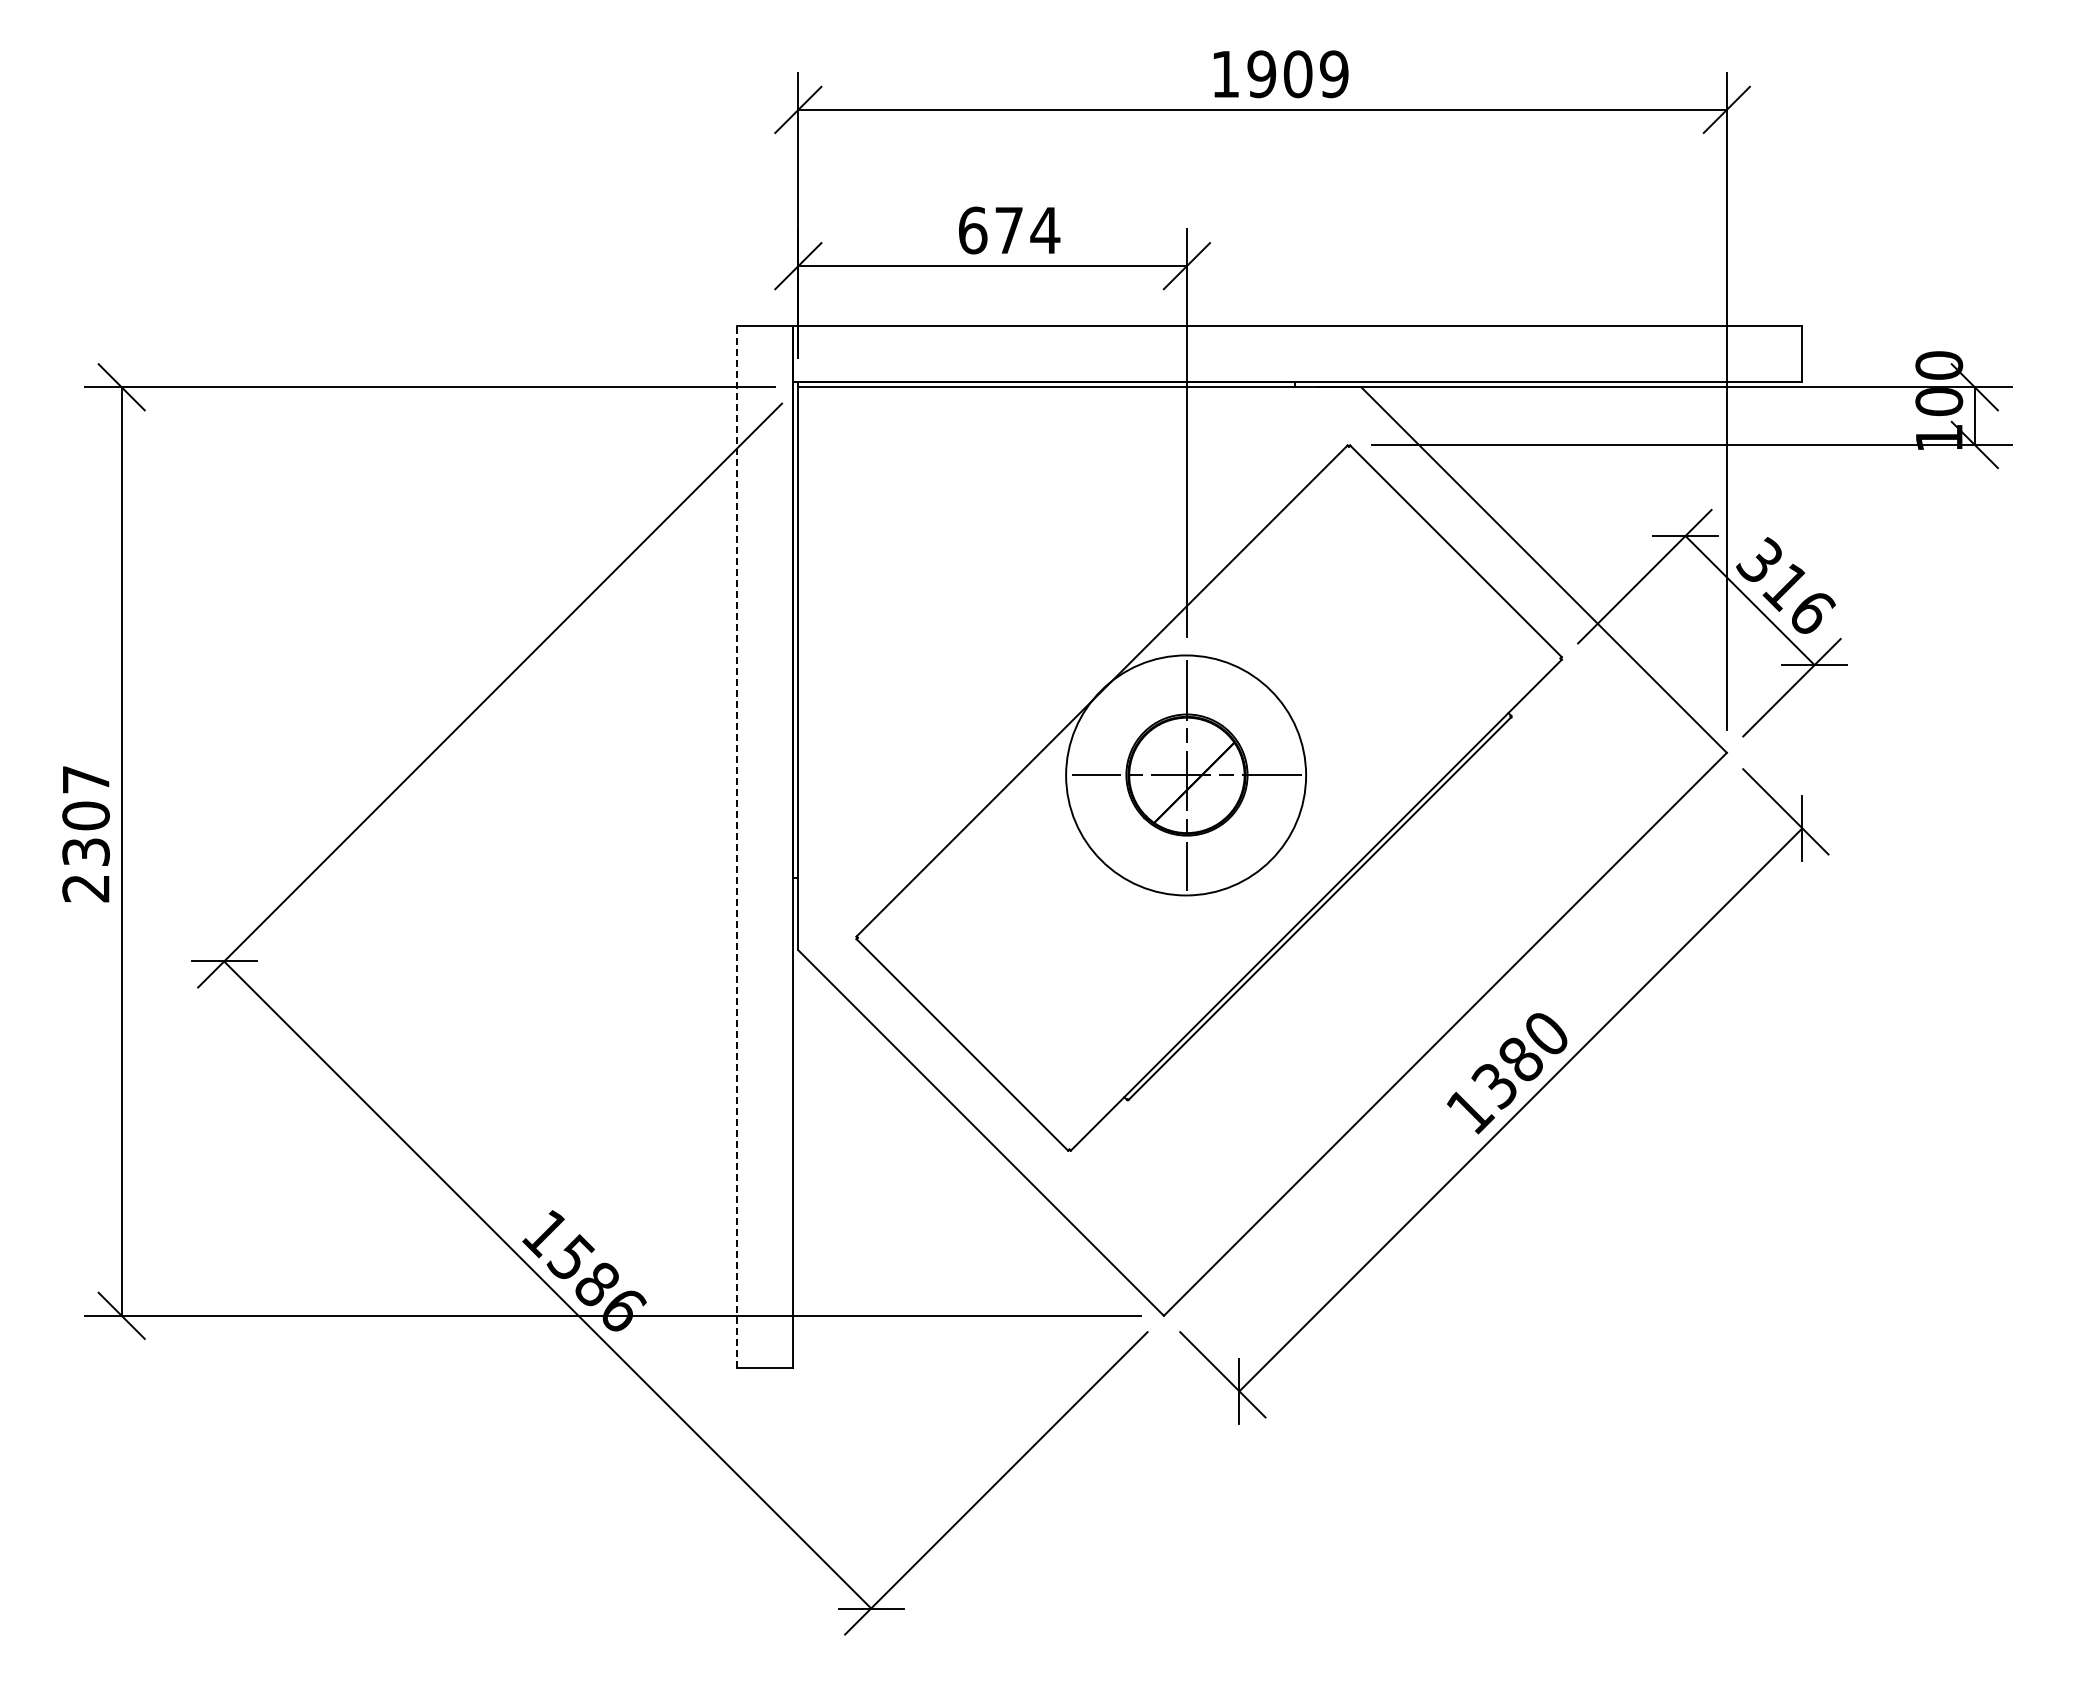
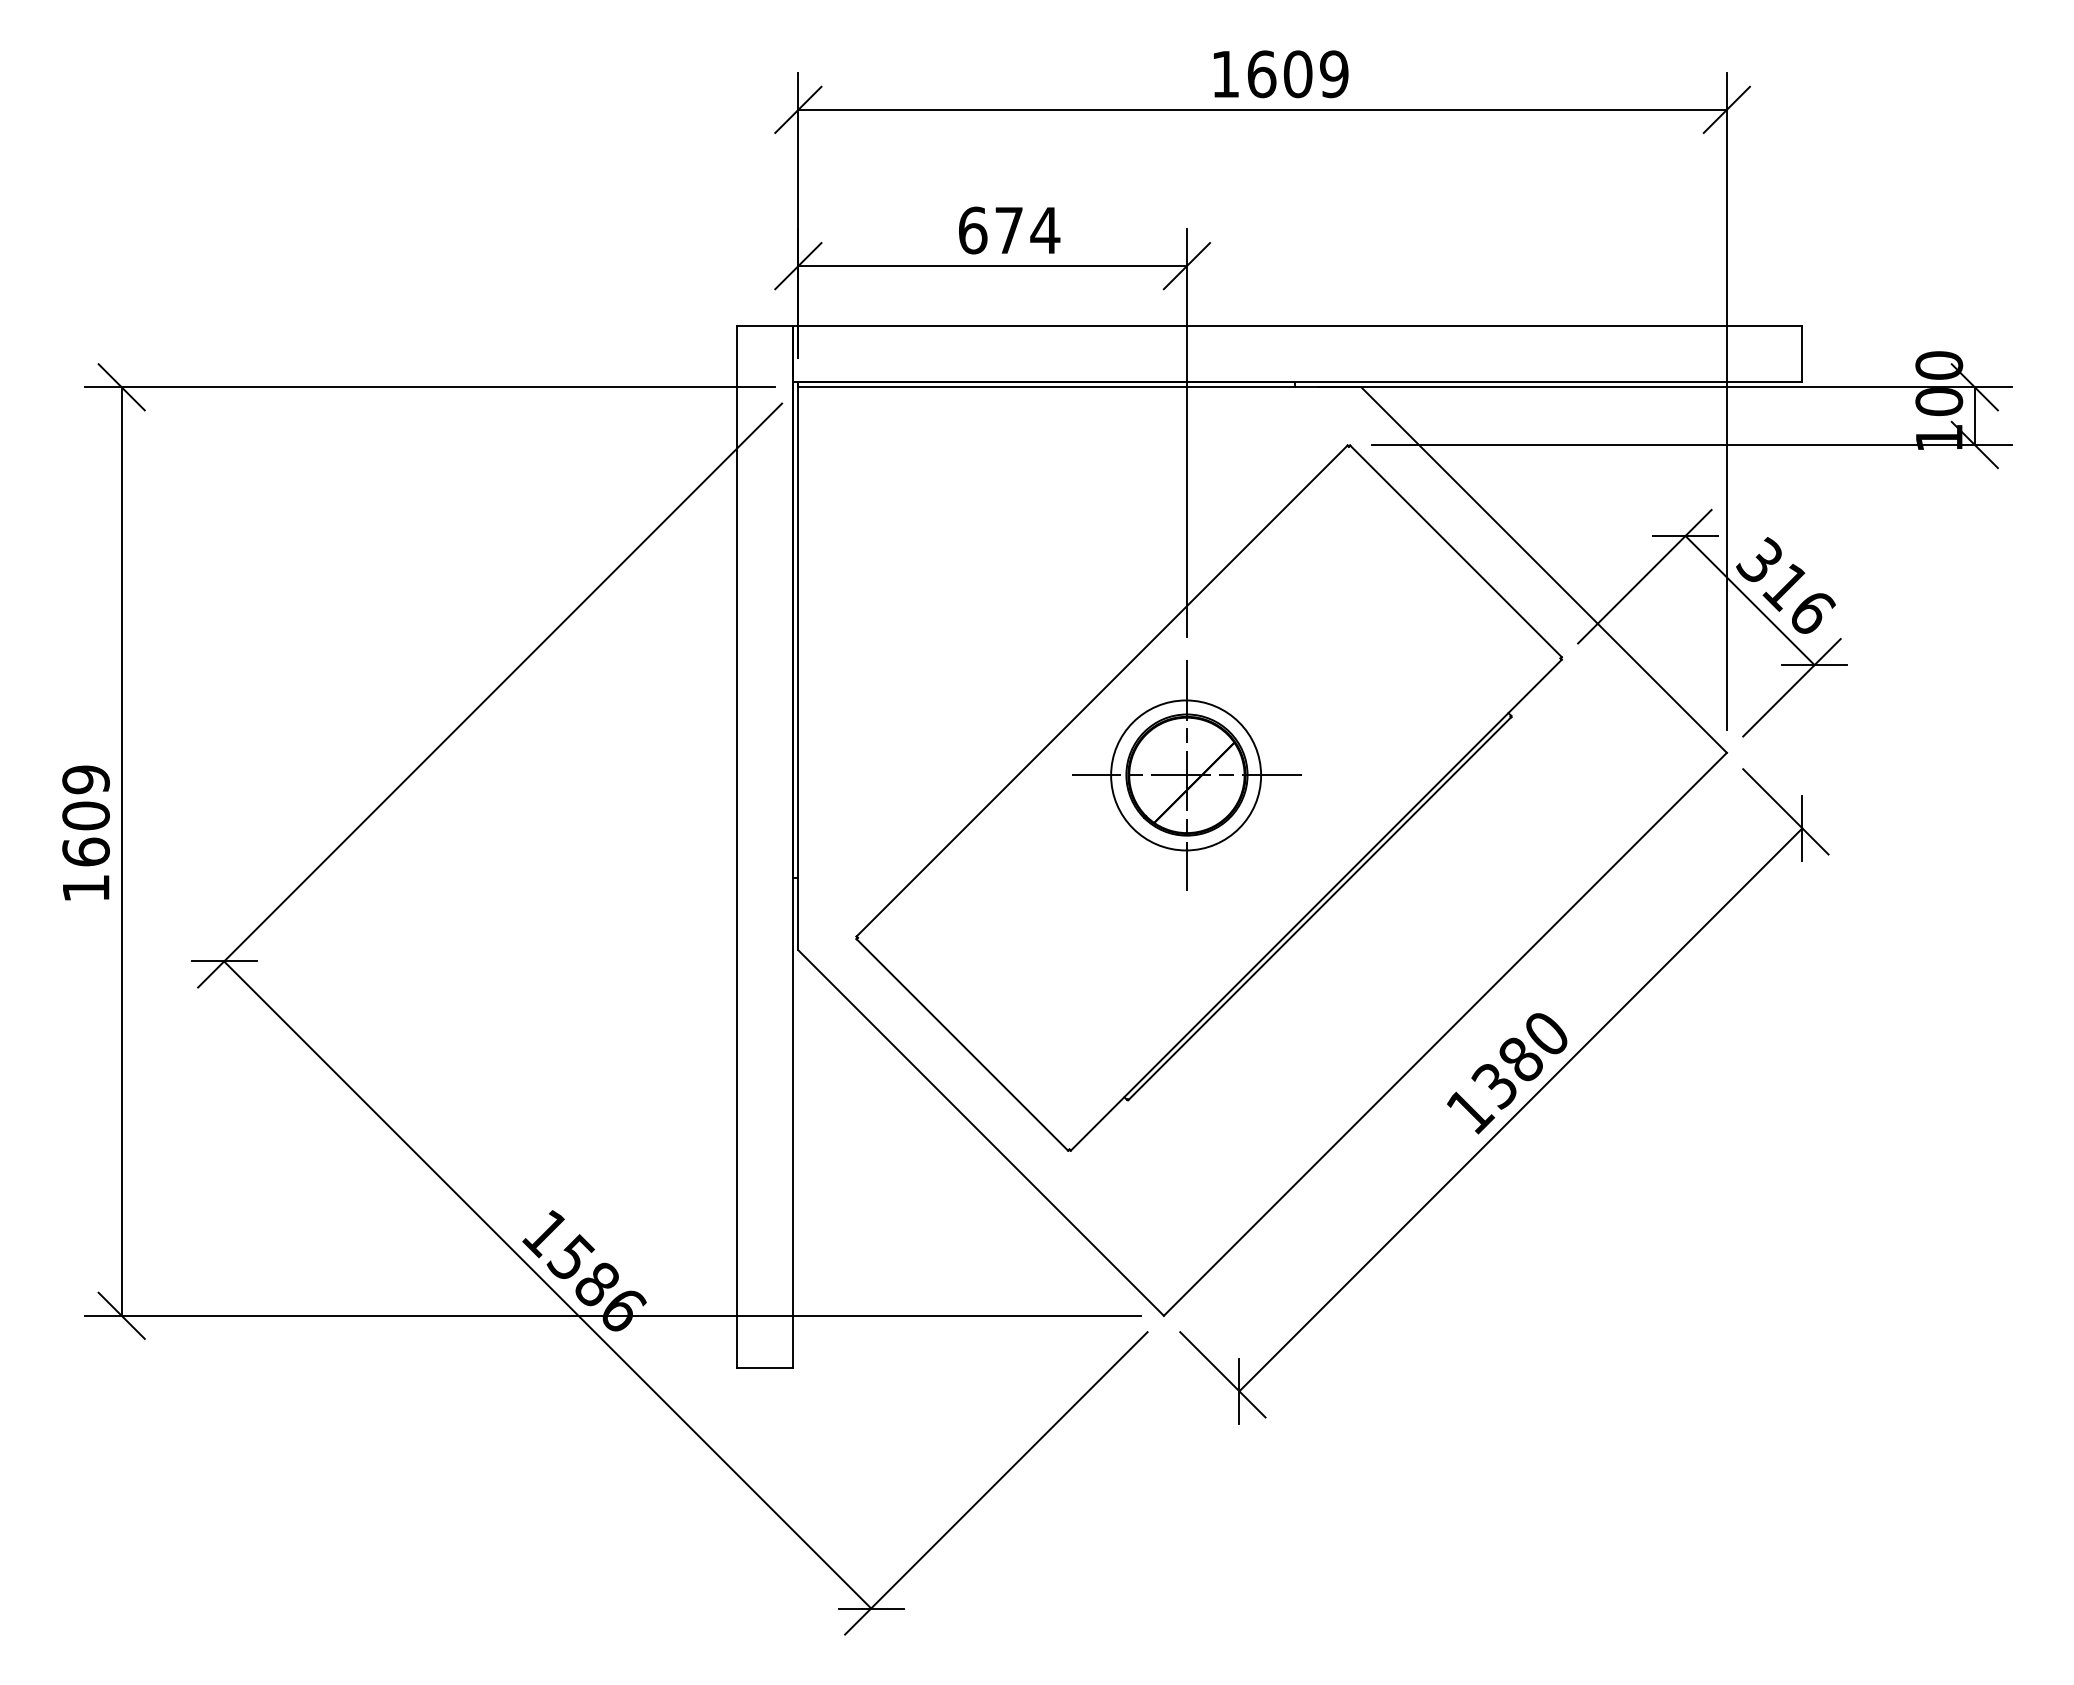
text at (1261, 74): 1909 -> 1609
circle at (1186, 775) diameter: 240 px -> 150 px
text at (85, 833): 2307 -> 1609
line at (736, 846): dashed -> solid
